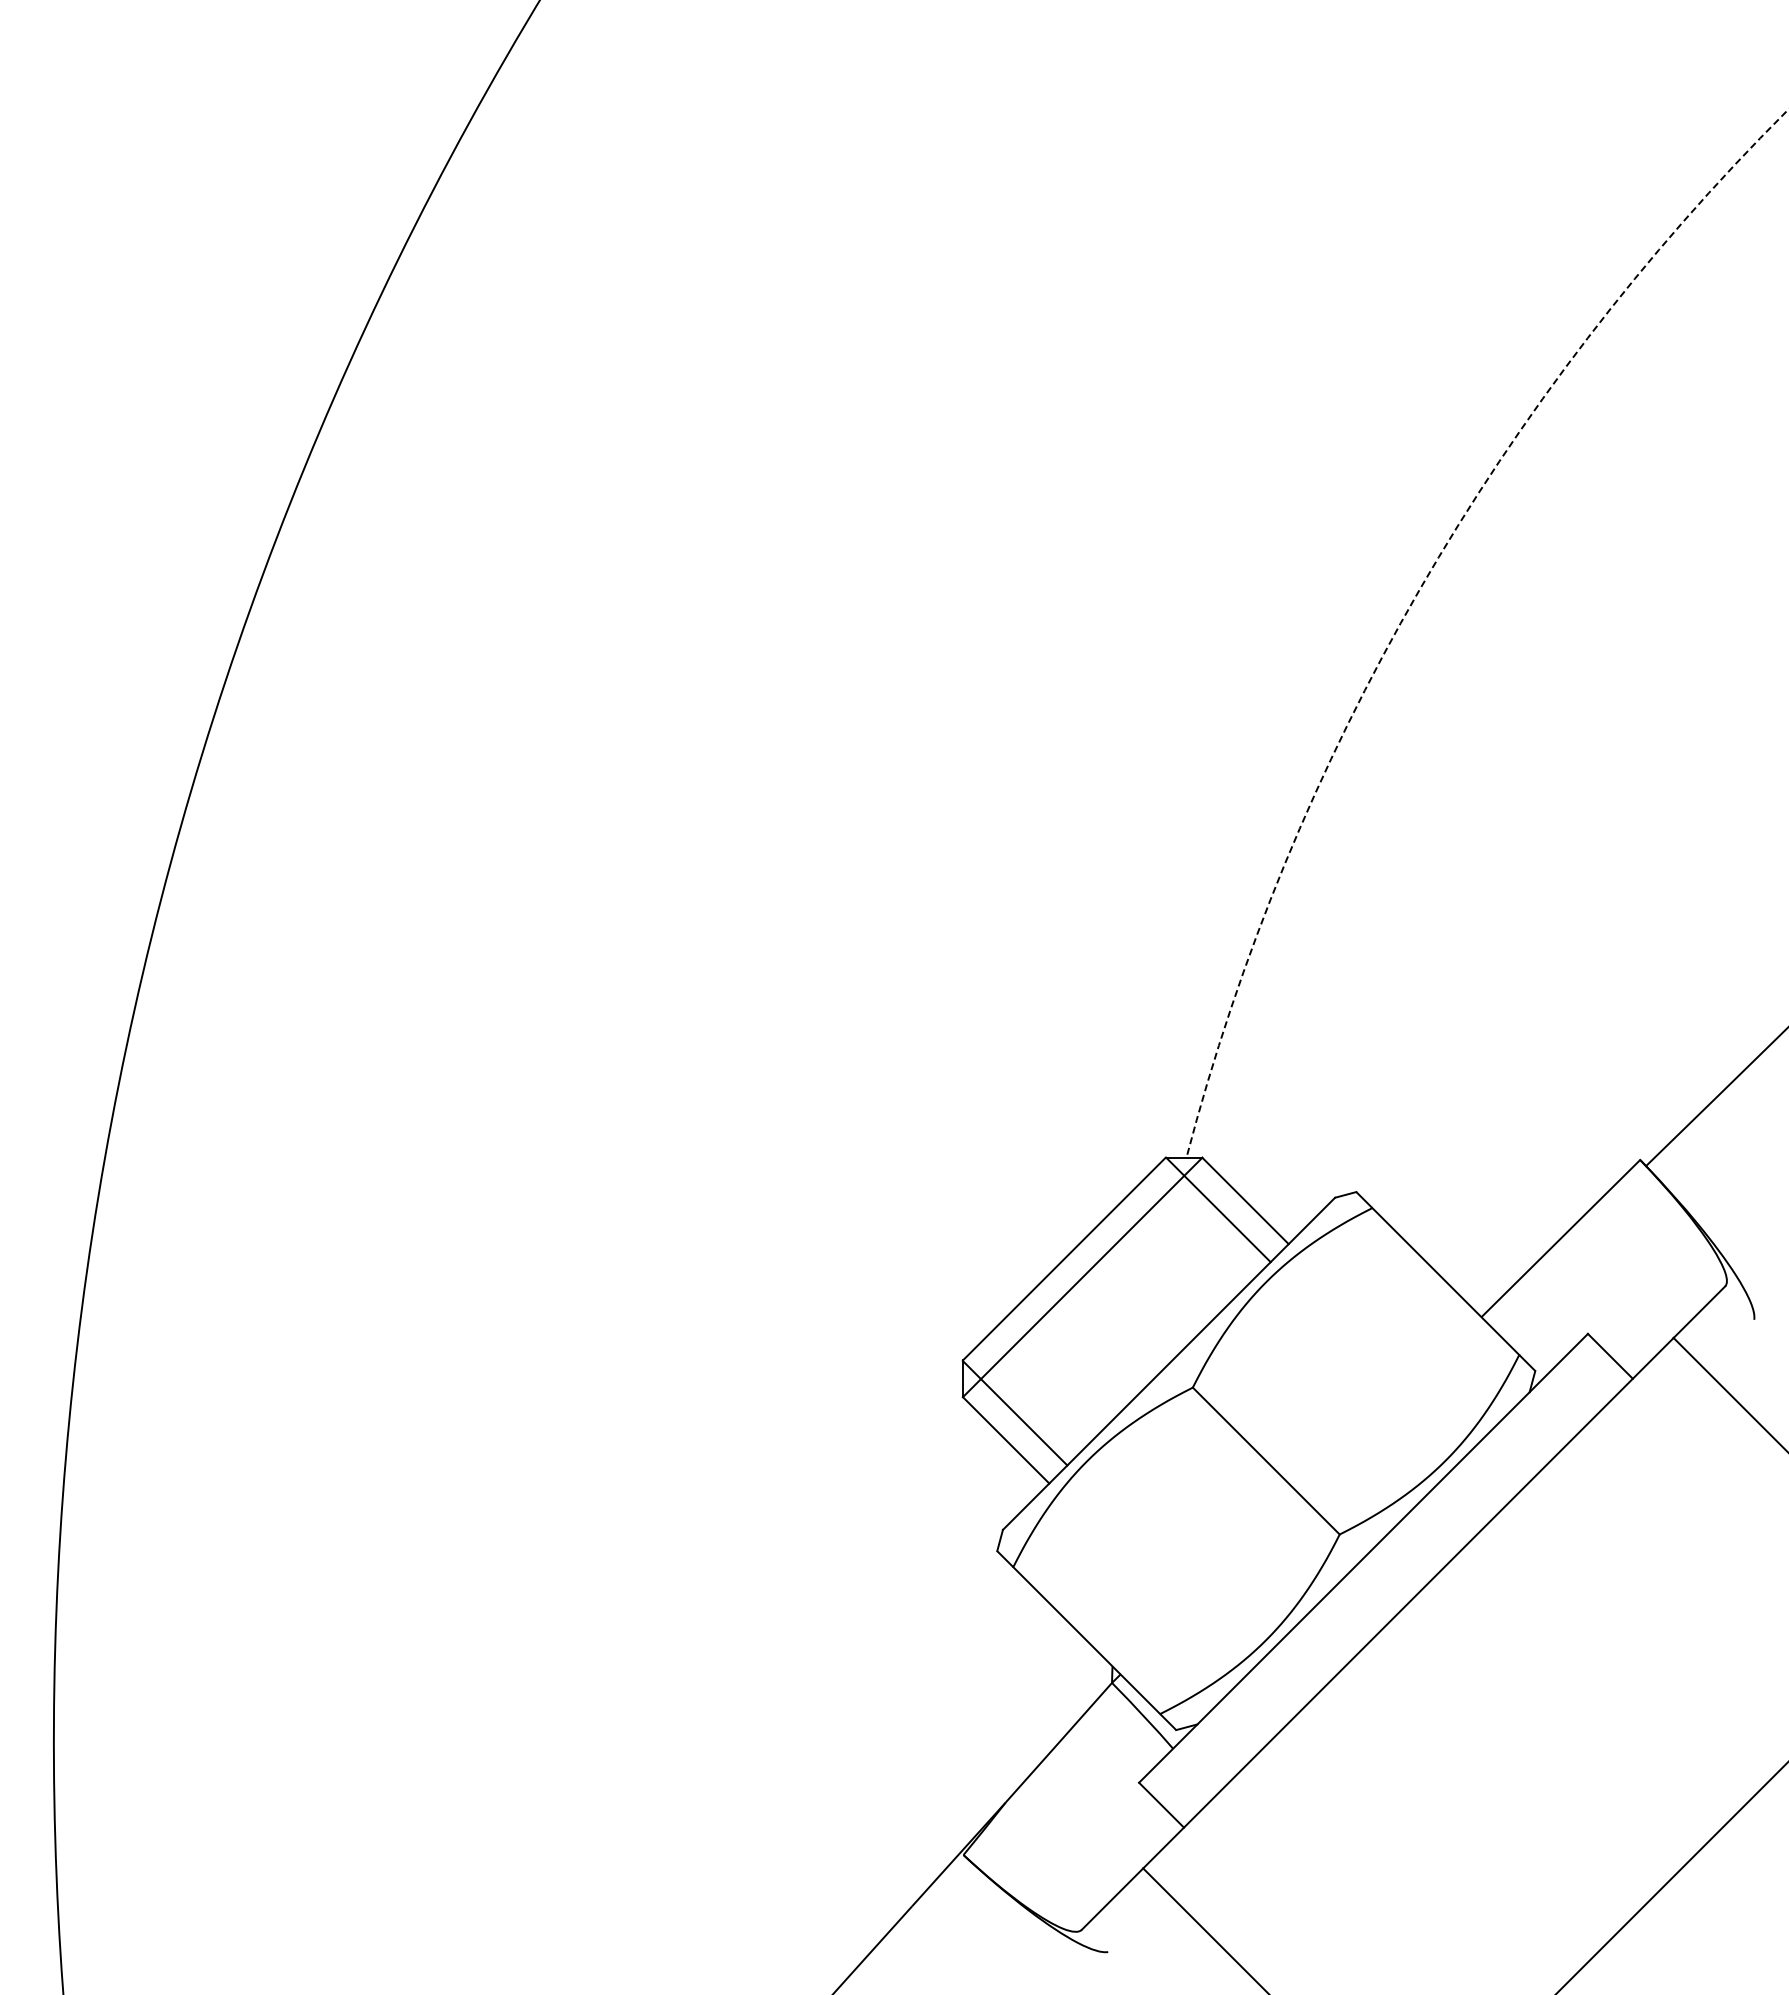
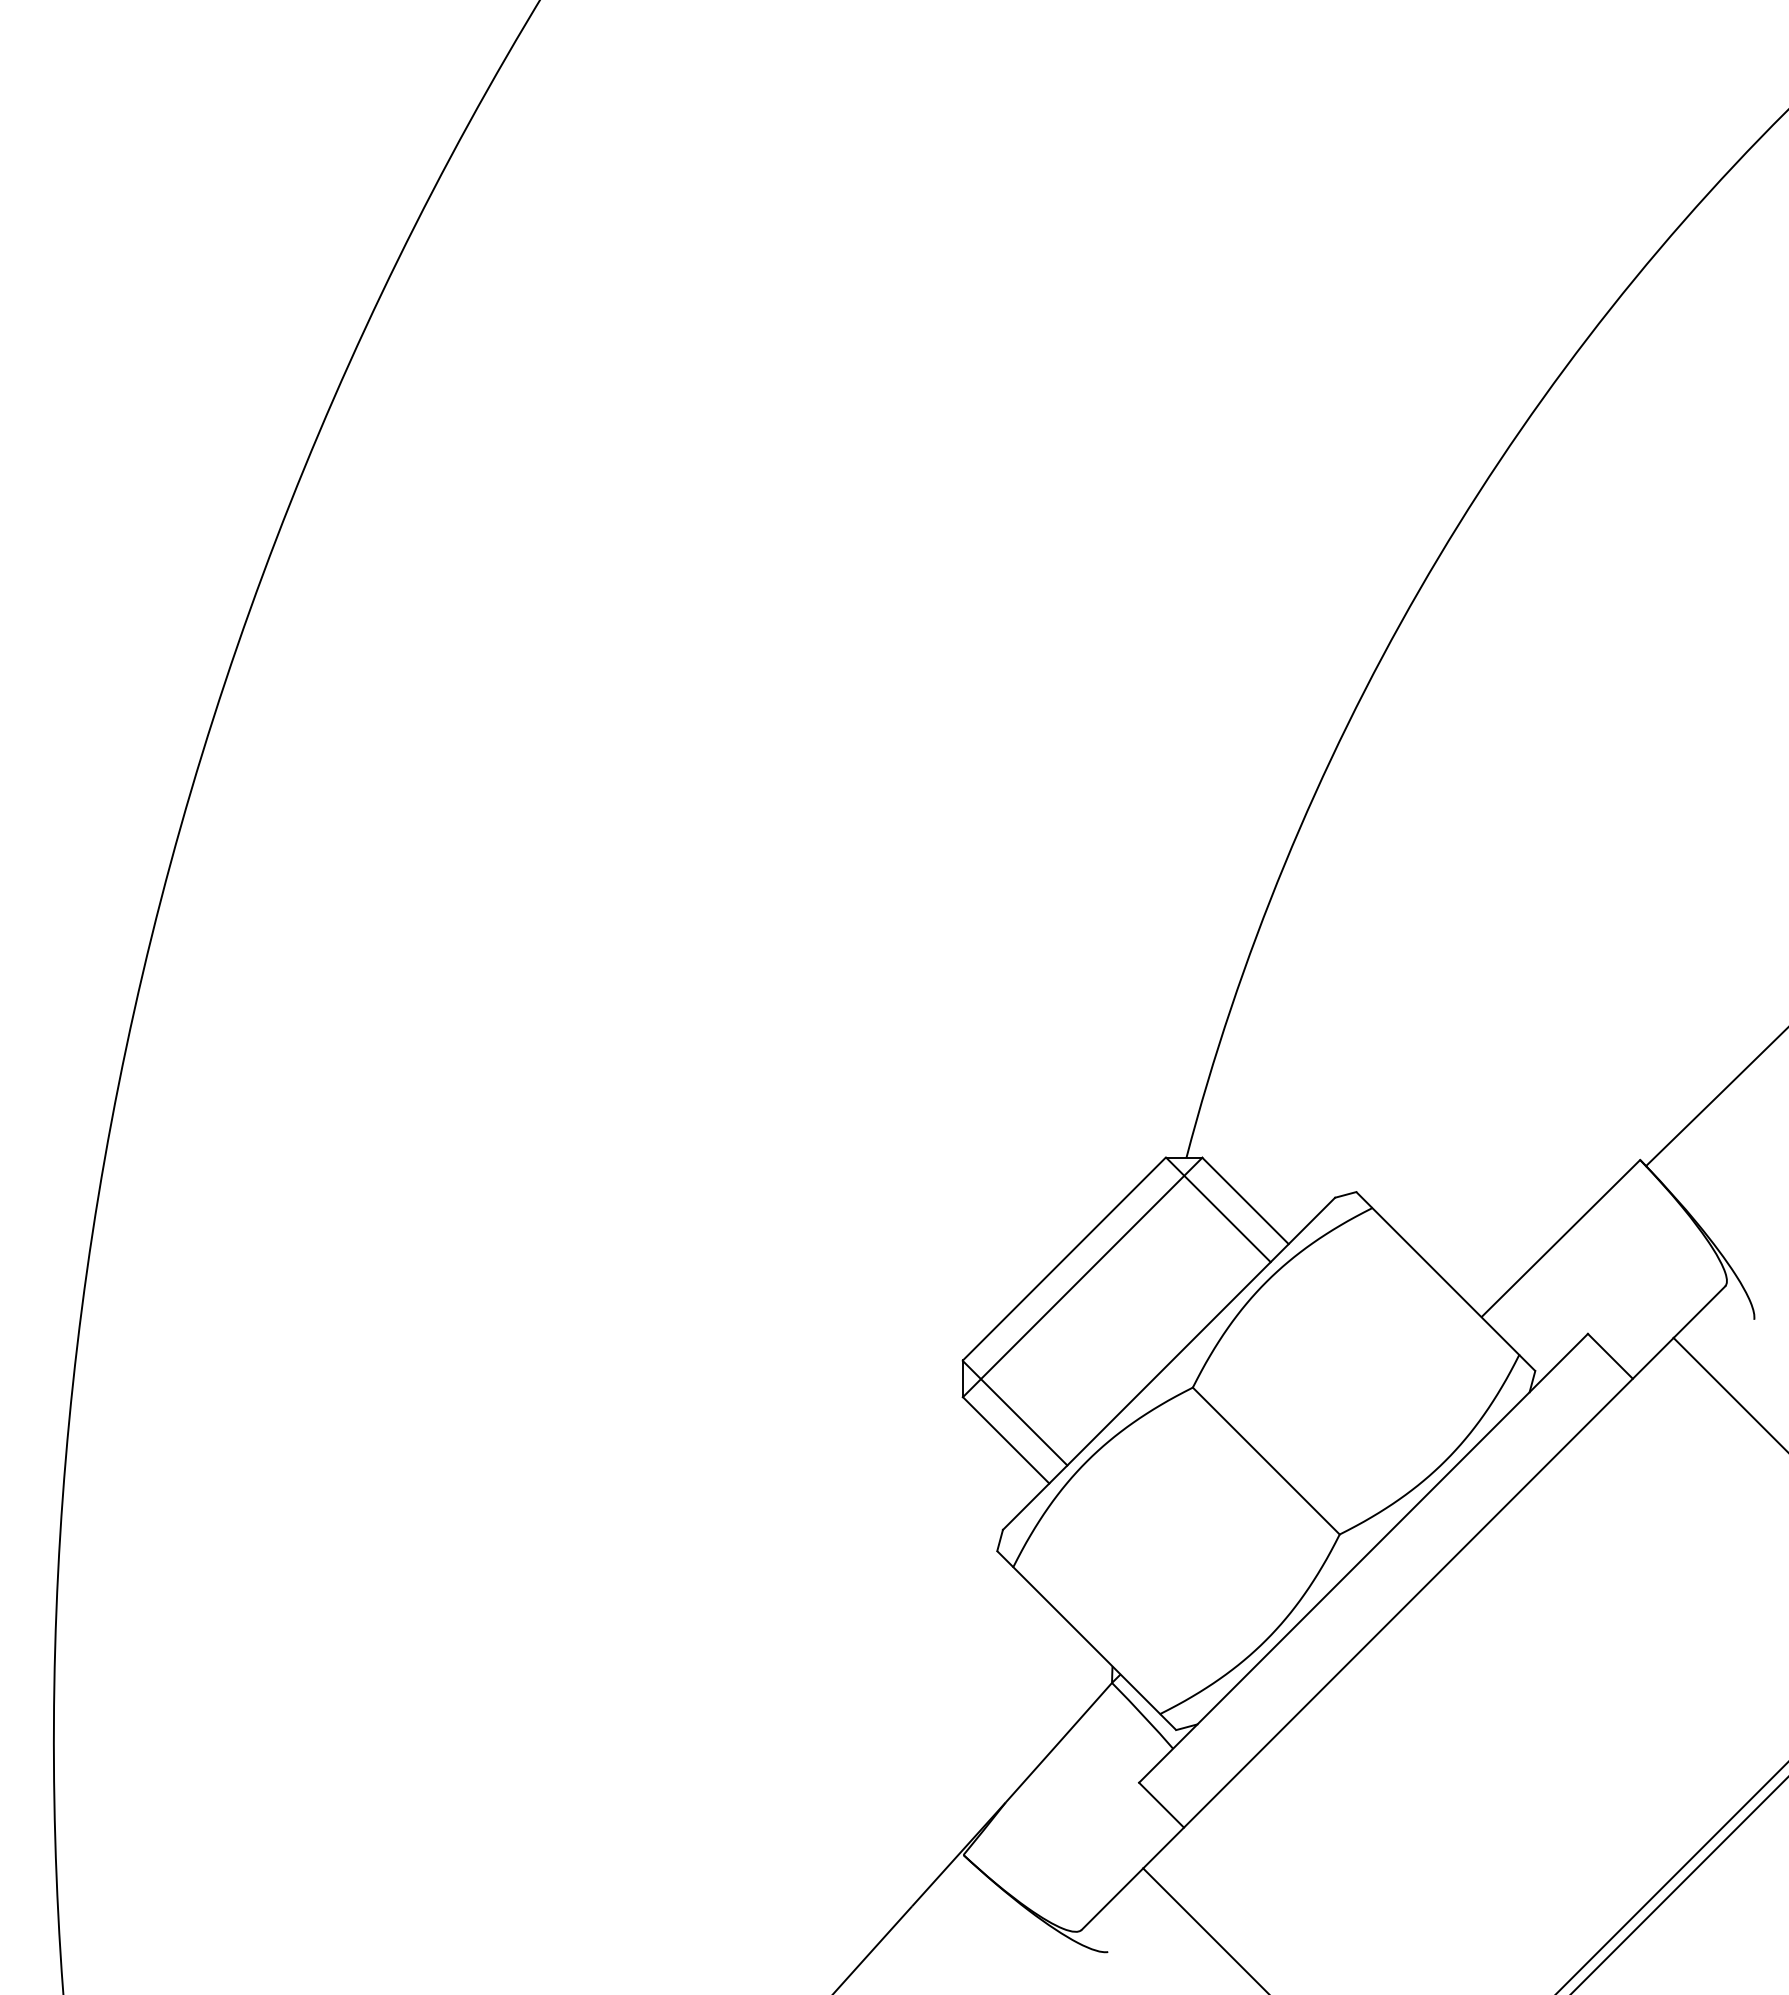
arc at (1416, 595): dashed -> solid
line at (1679, 1885): none -> present
